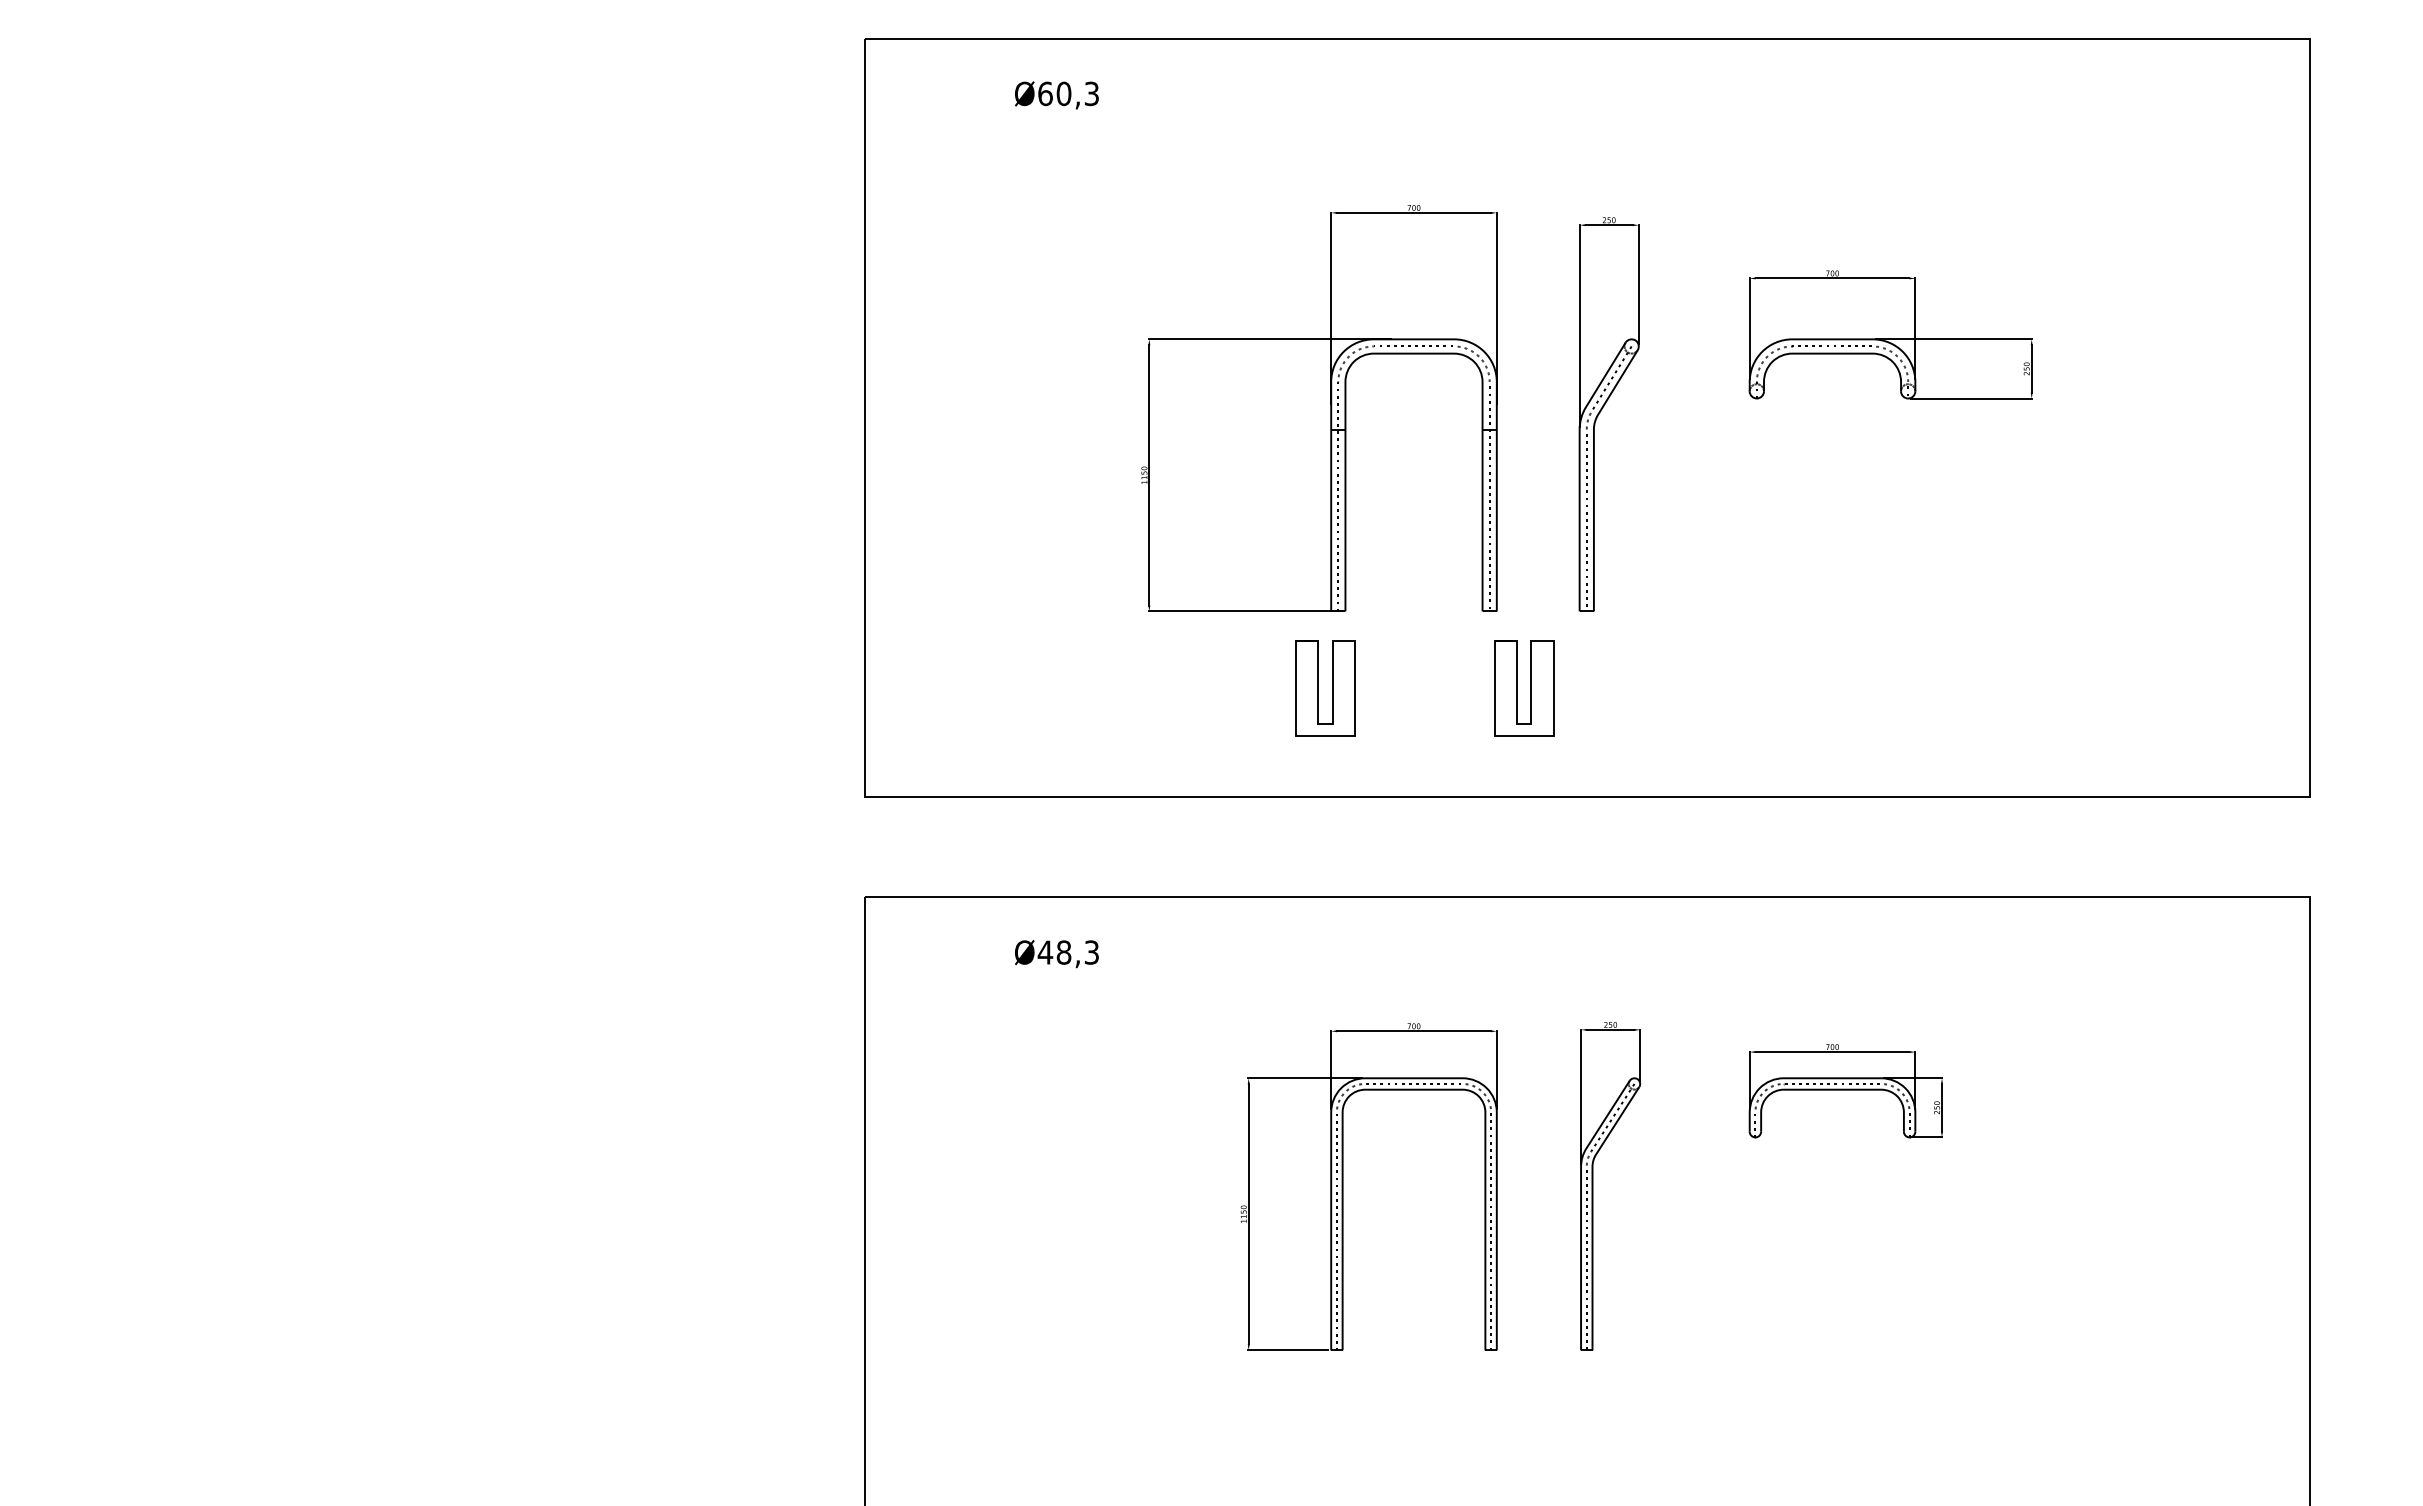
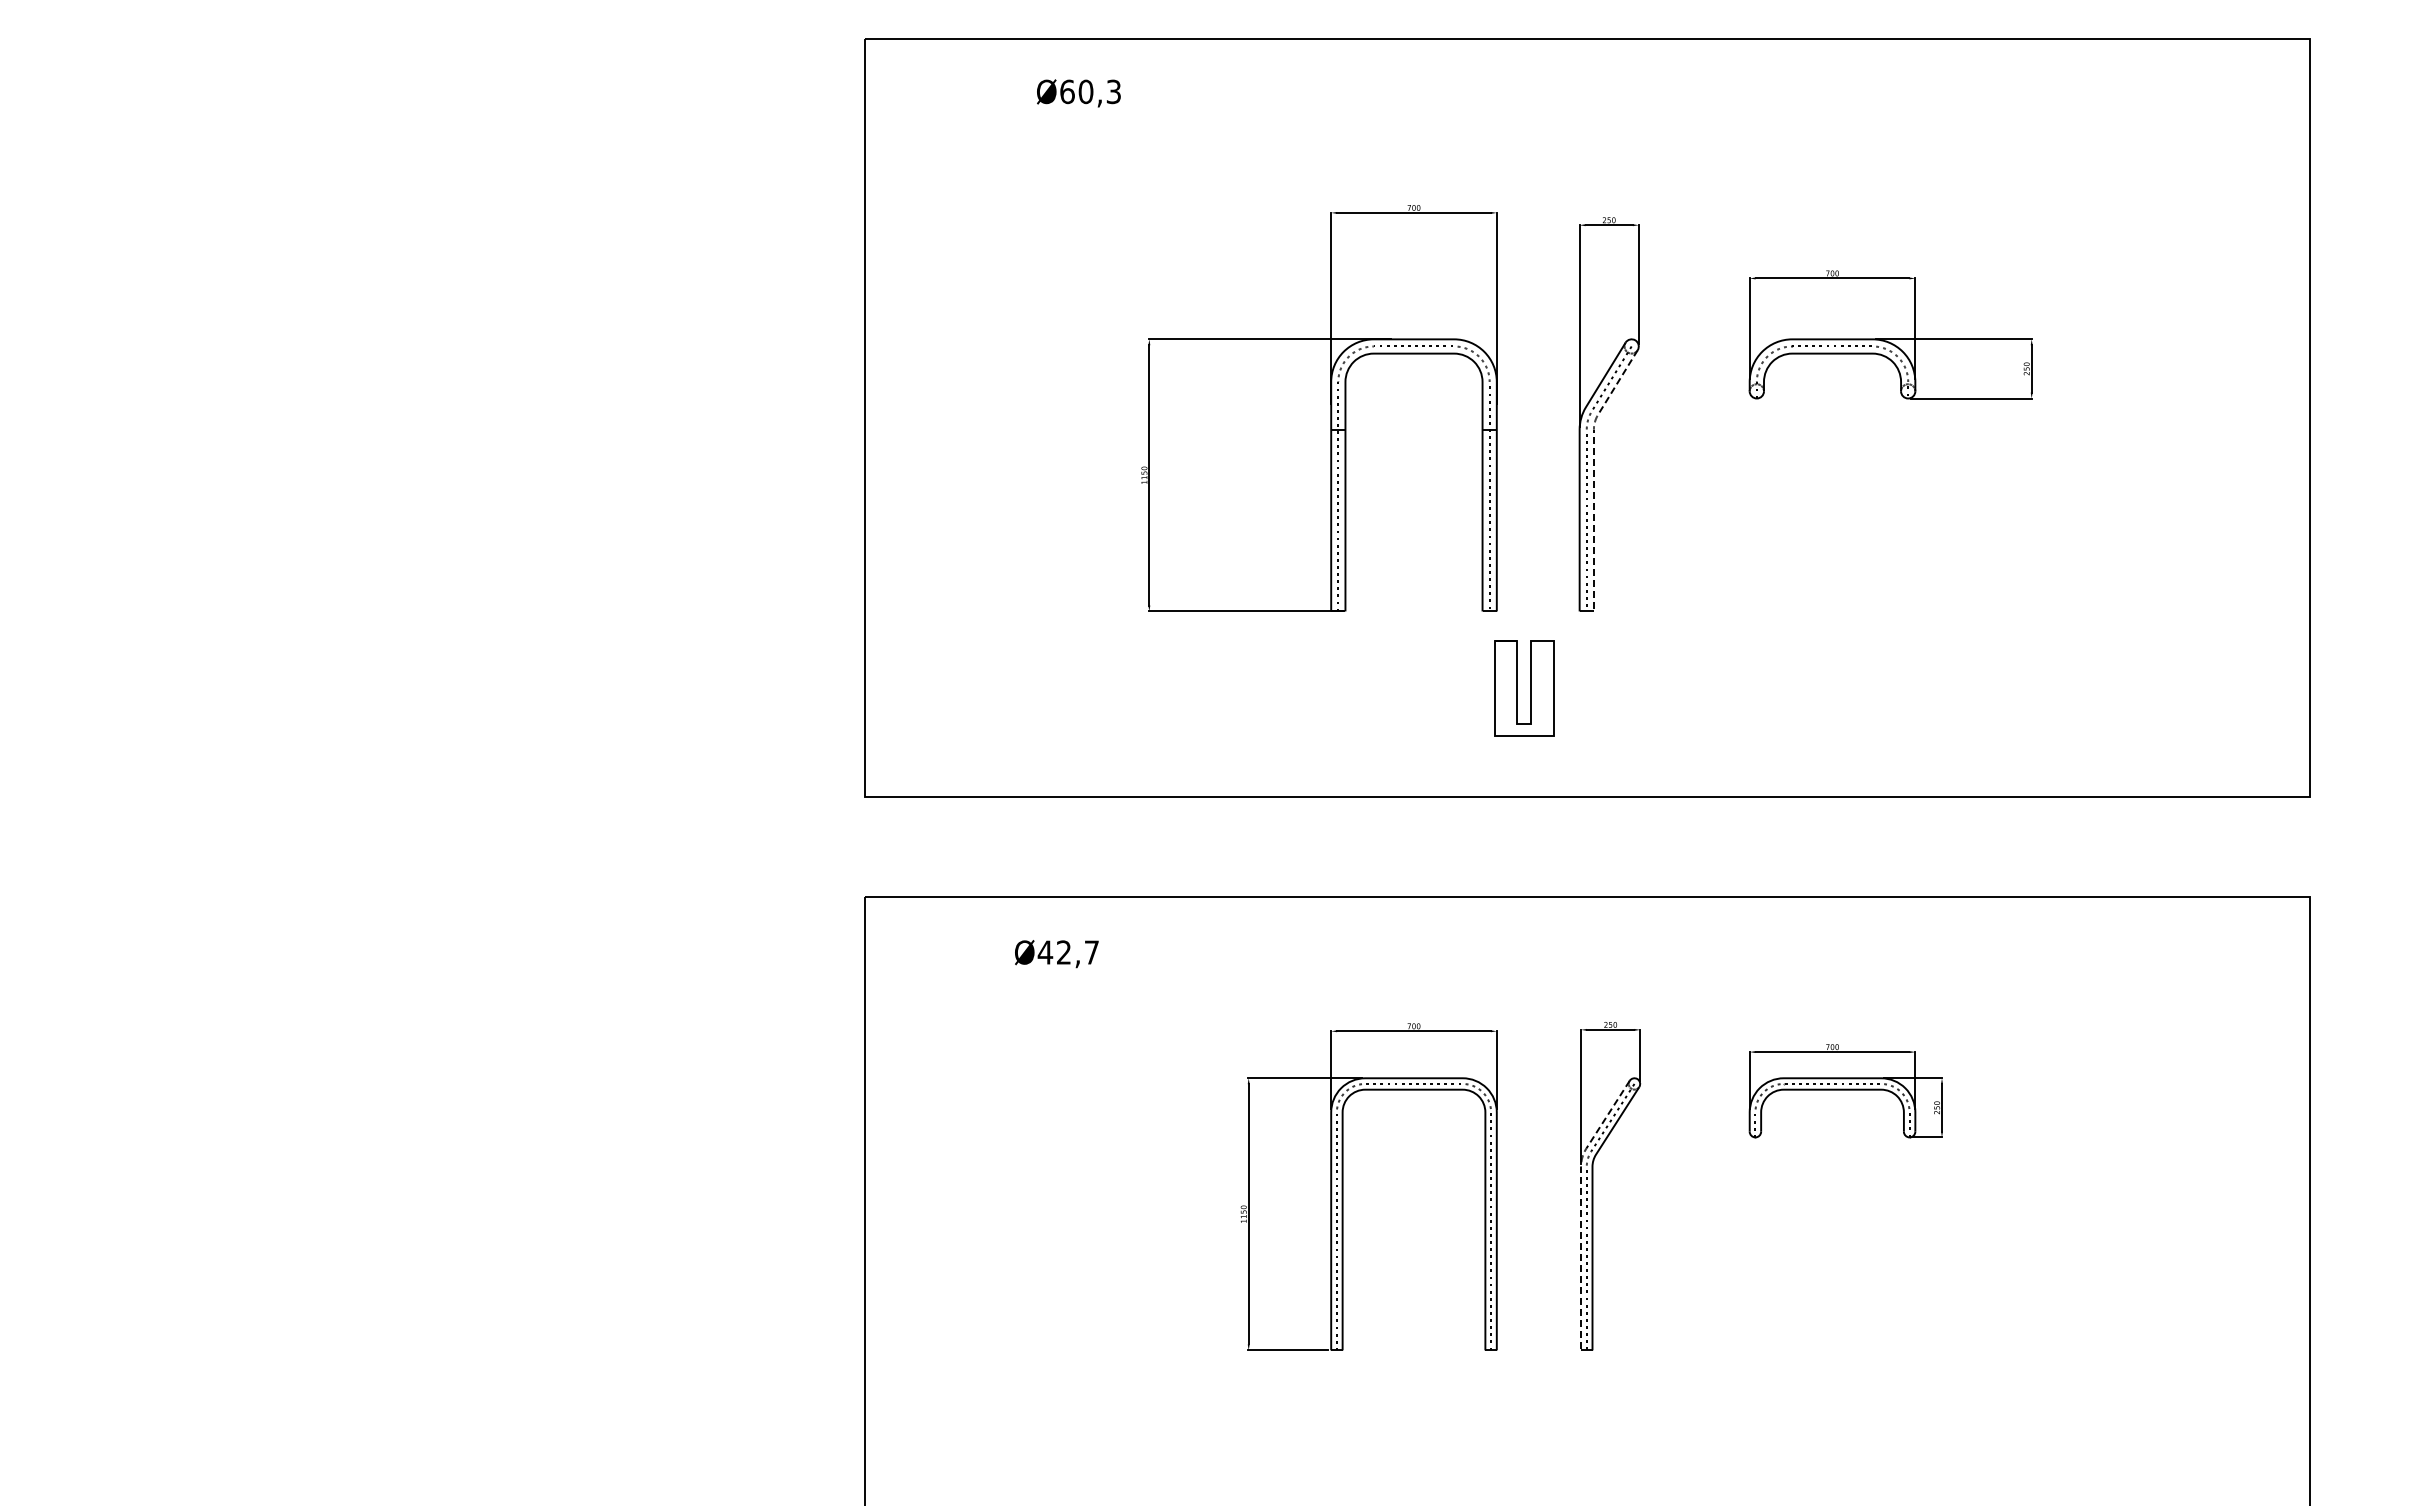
text at (1056, 95) position: (1056, 95) -> (1078, 93)
line at (1593, 472): solid -> dashed
curve at (1318, 688): present -> none
text at (1077, 952): Ø48,3 -> Ø42,7
line at (1581, 1205): solid -> dashed
